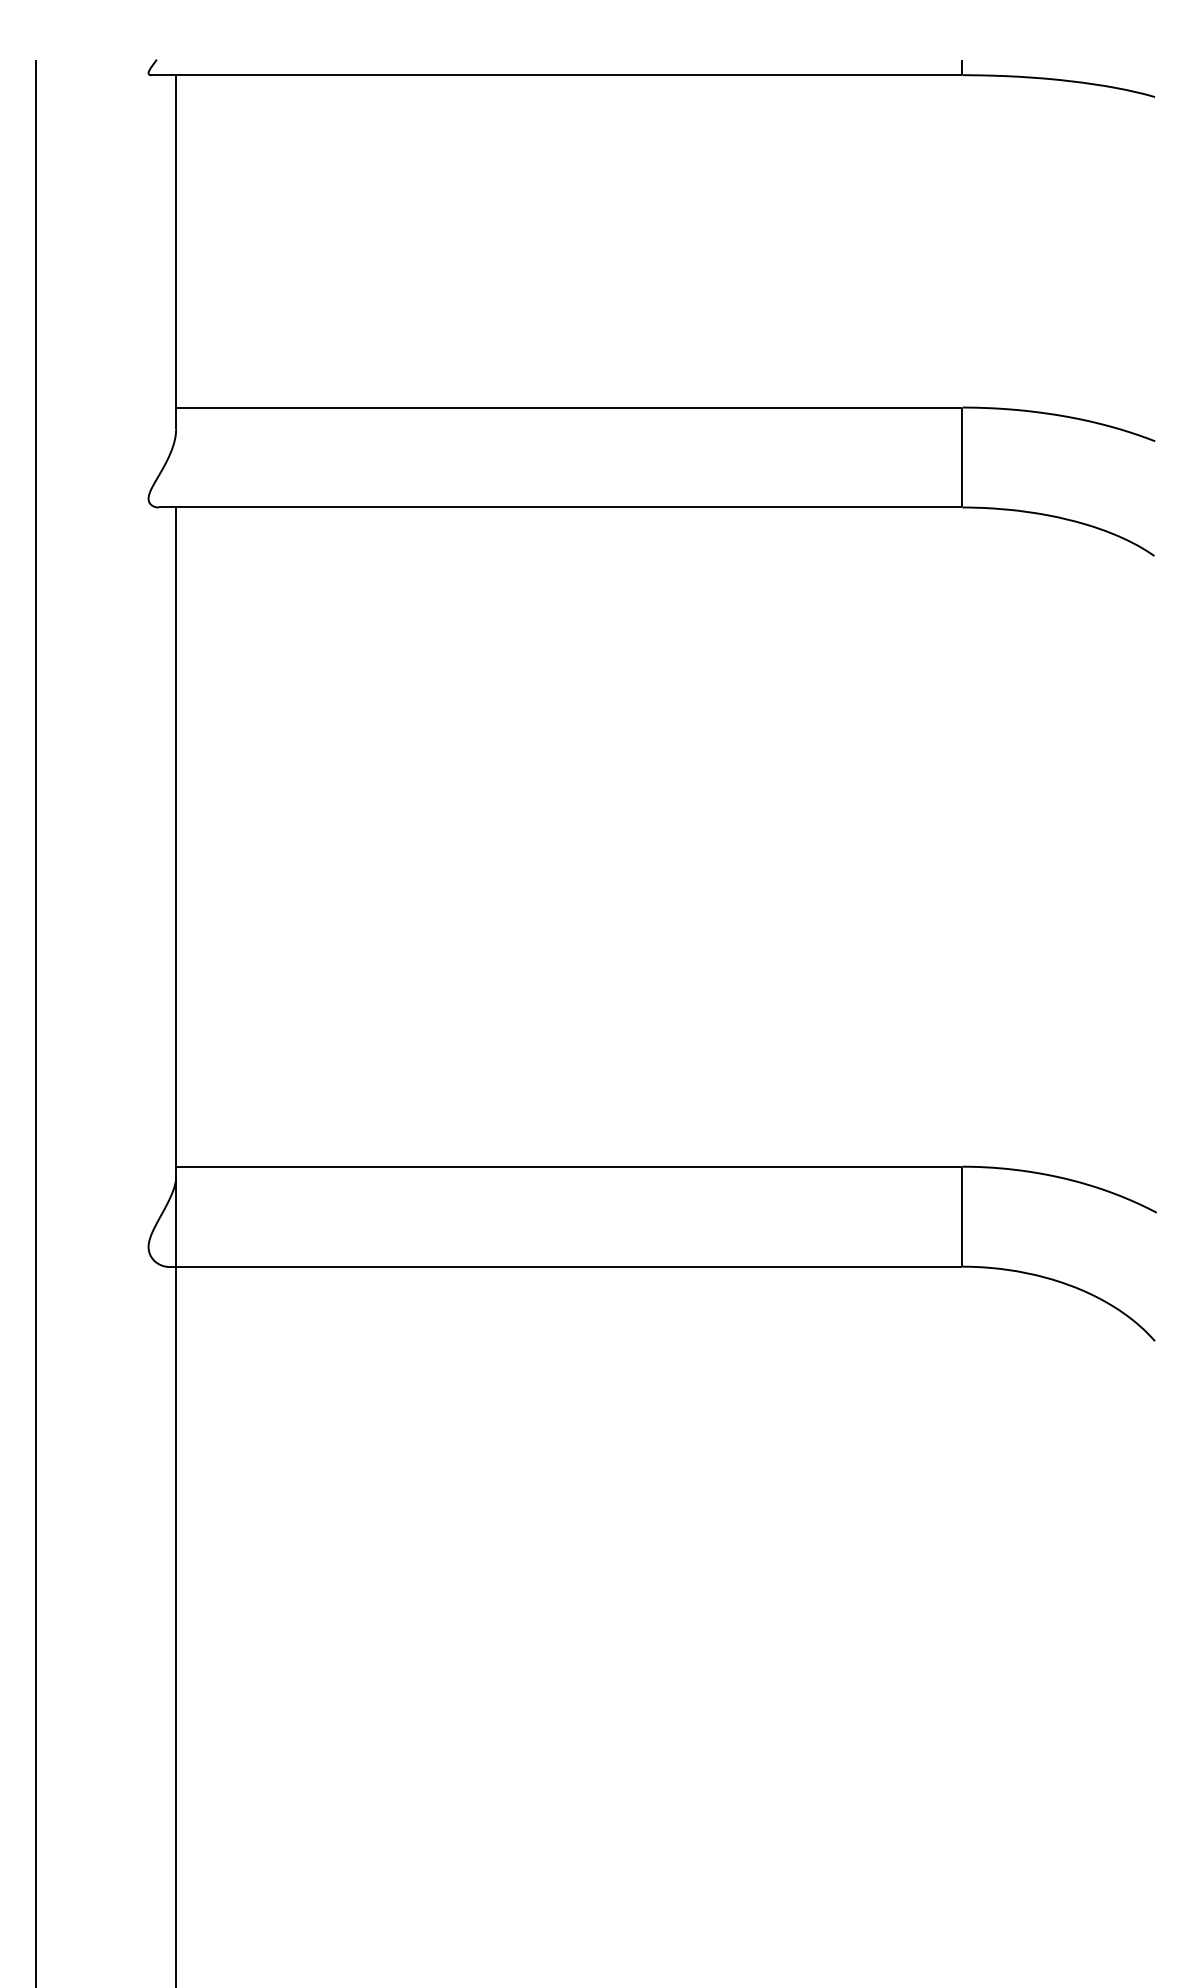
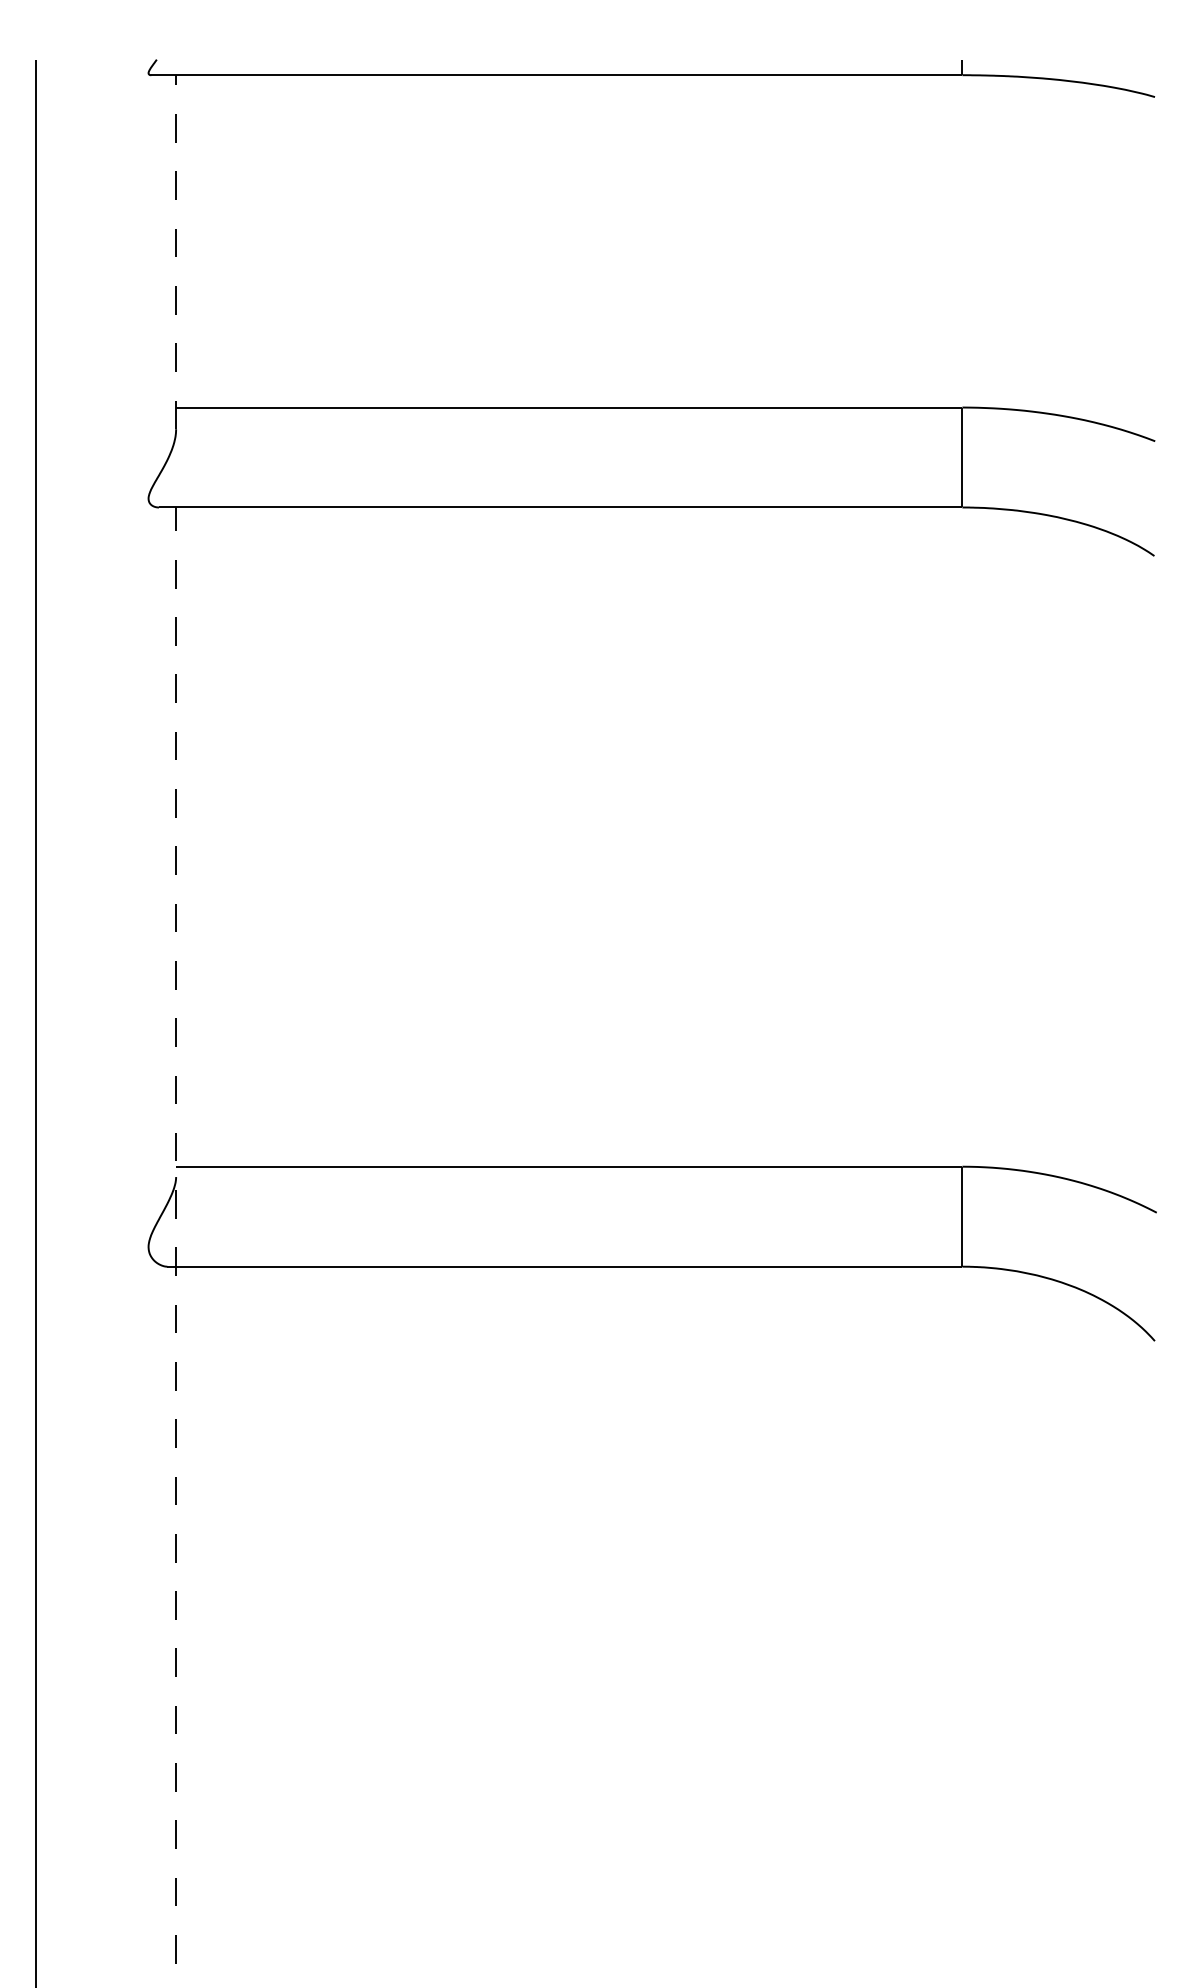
line at (176, 251): solid -> dashed
line at (176, 1247): solid -> dashed
